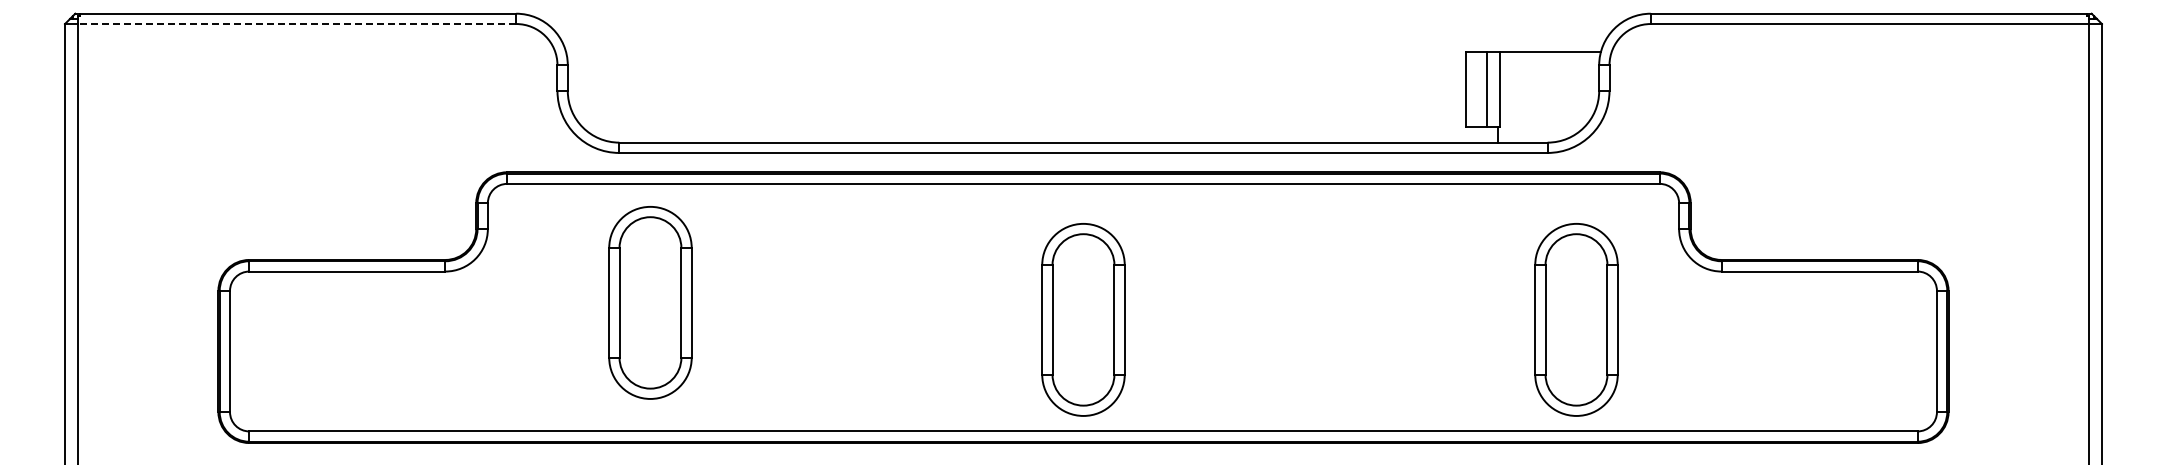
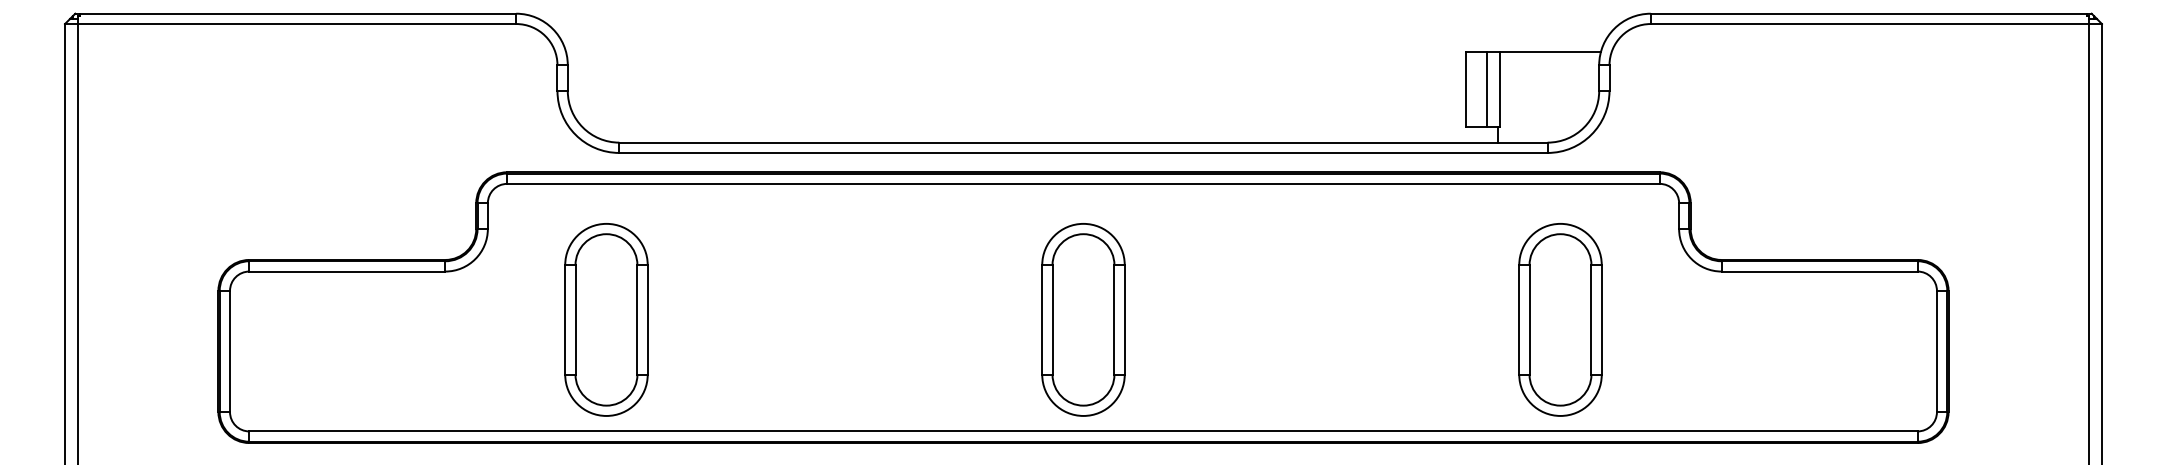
line at (296, 24): dashed -> solid
part at (650, 302) position: (650, 302) -> (606, 319)
part at (1576, 319) position: (1576, 319) -> (1560, 319)
